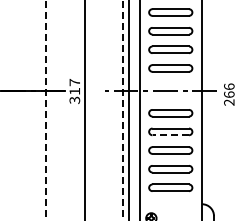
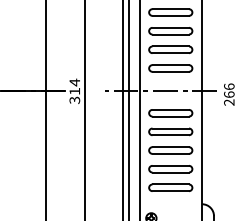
text at (74, 82): 317 -> 314
line at (46, 110): dashed -> solid
line at (123, 110): dashed -> solid
line at (170, 135): dashed -> solid
